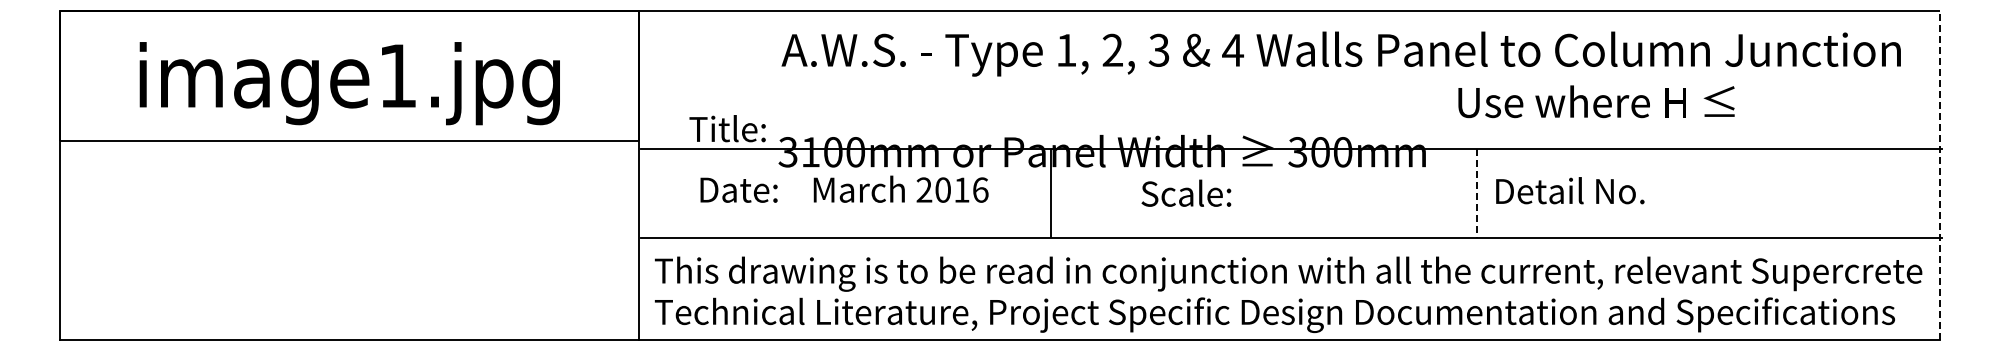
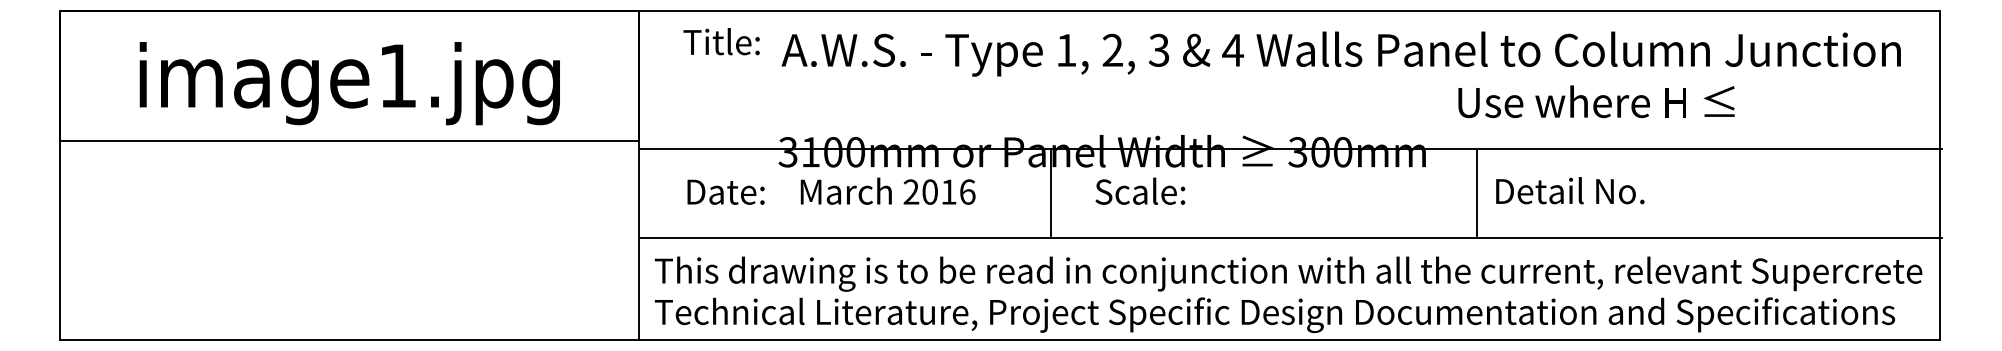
text at (727, 128) position: (727, 128) -> (721, 41)
line at (1940, 175): dashed -> solid
text at (844, 188) position: (844, 188) -> (831, 190)
text at (1186, 192) position: (1186, 192) -> (1140, 190)
line at (1476, 193): dashed -> solid
